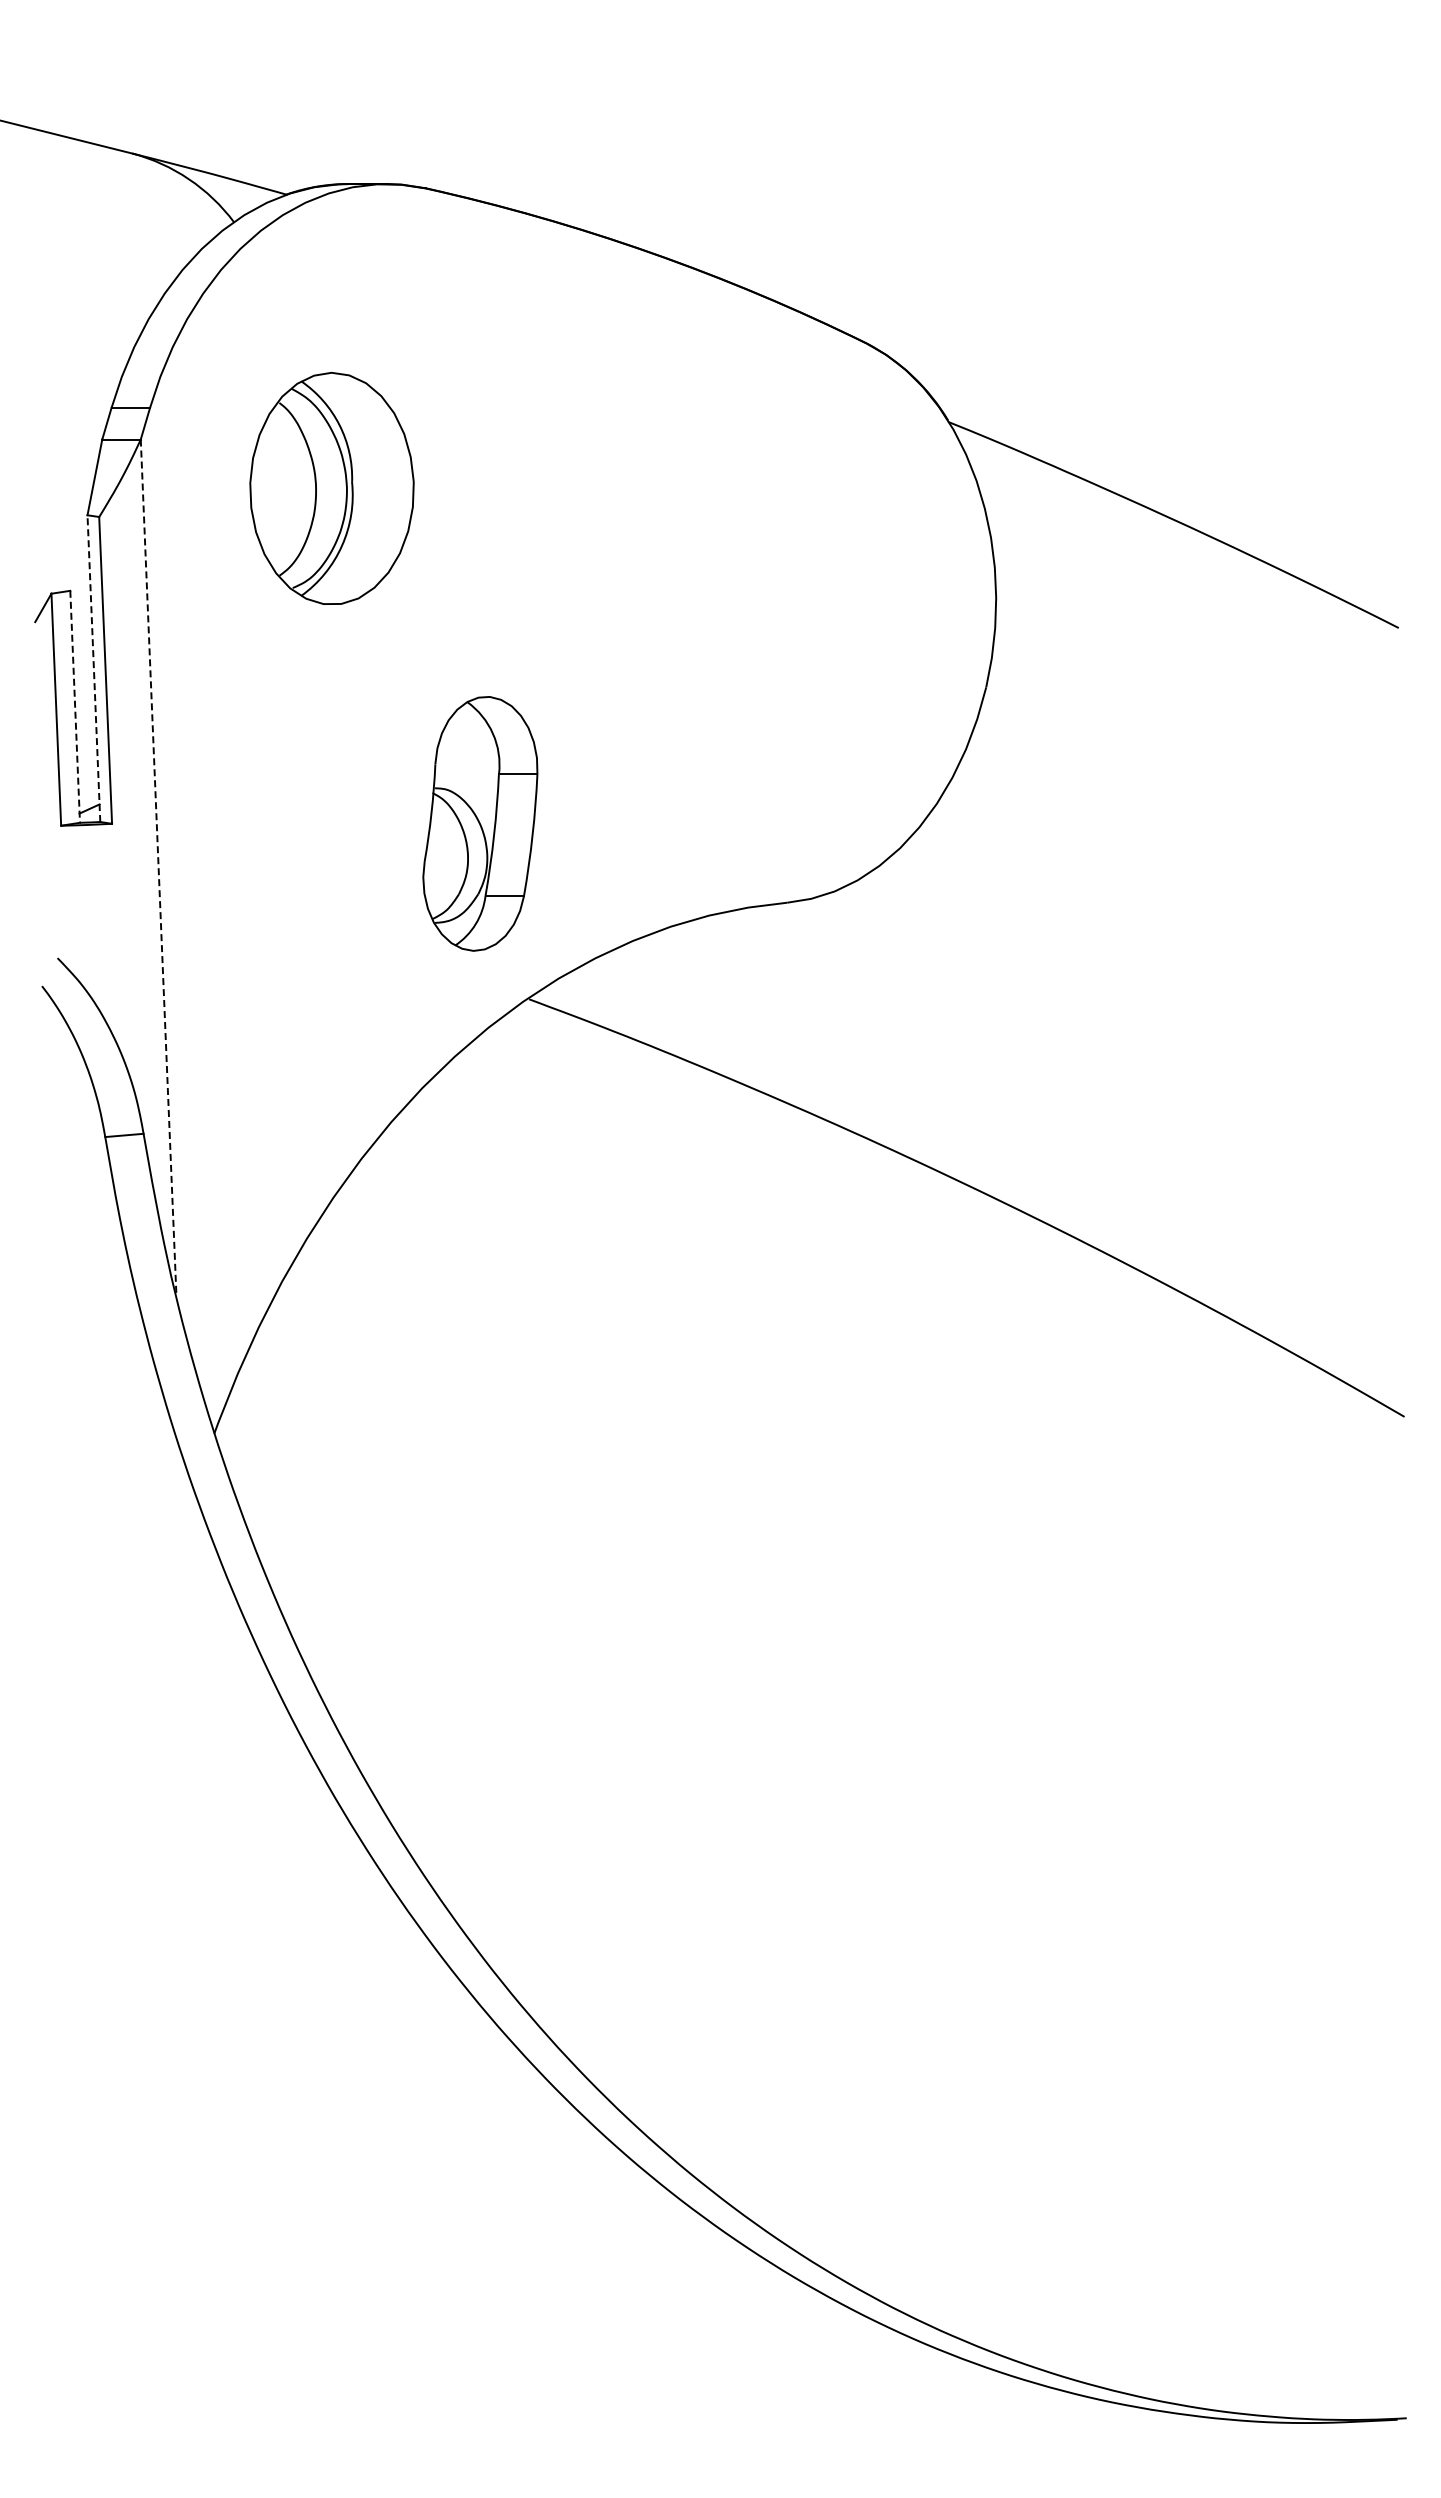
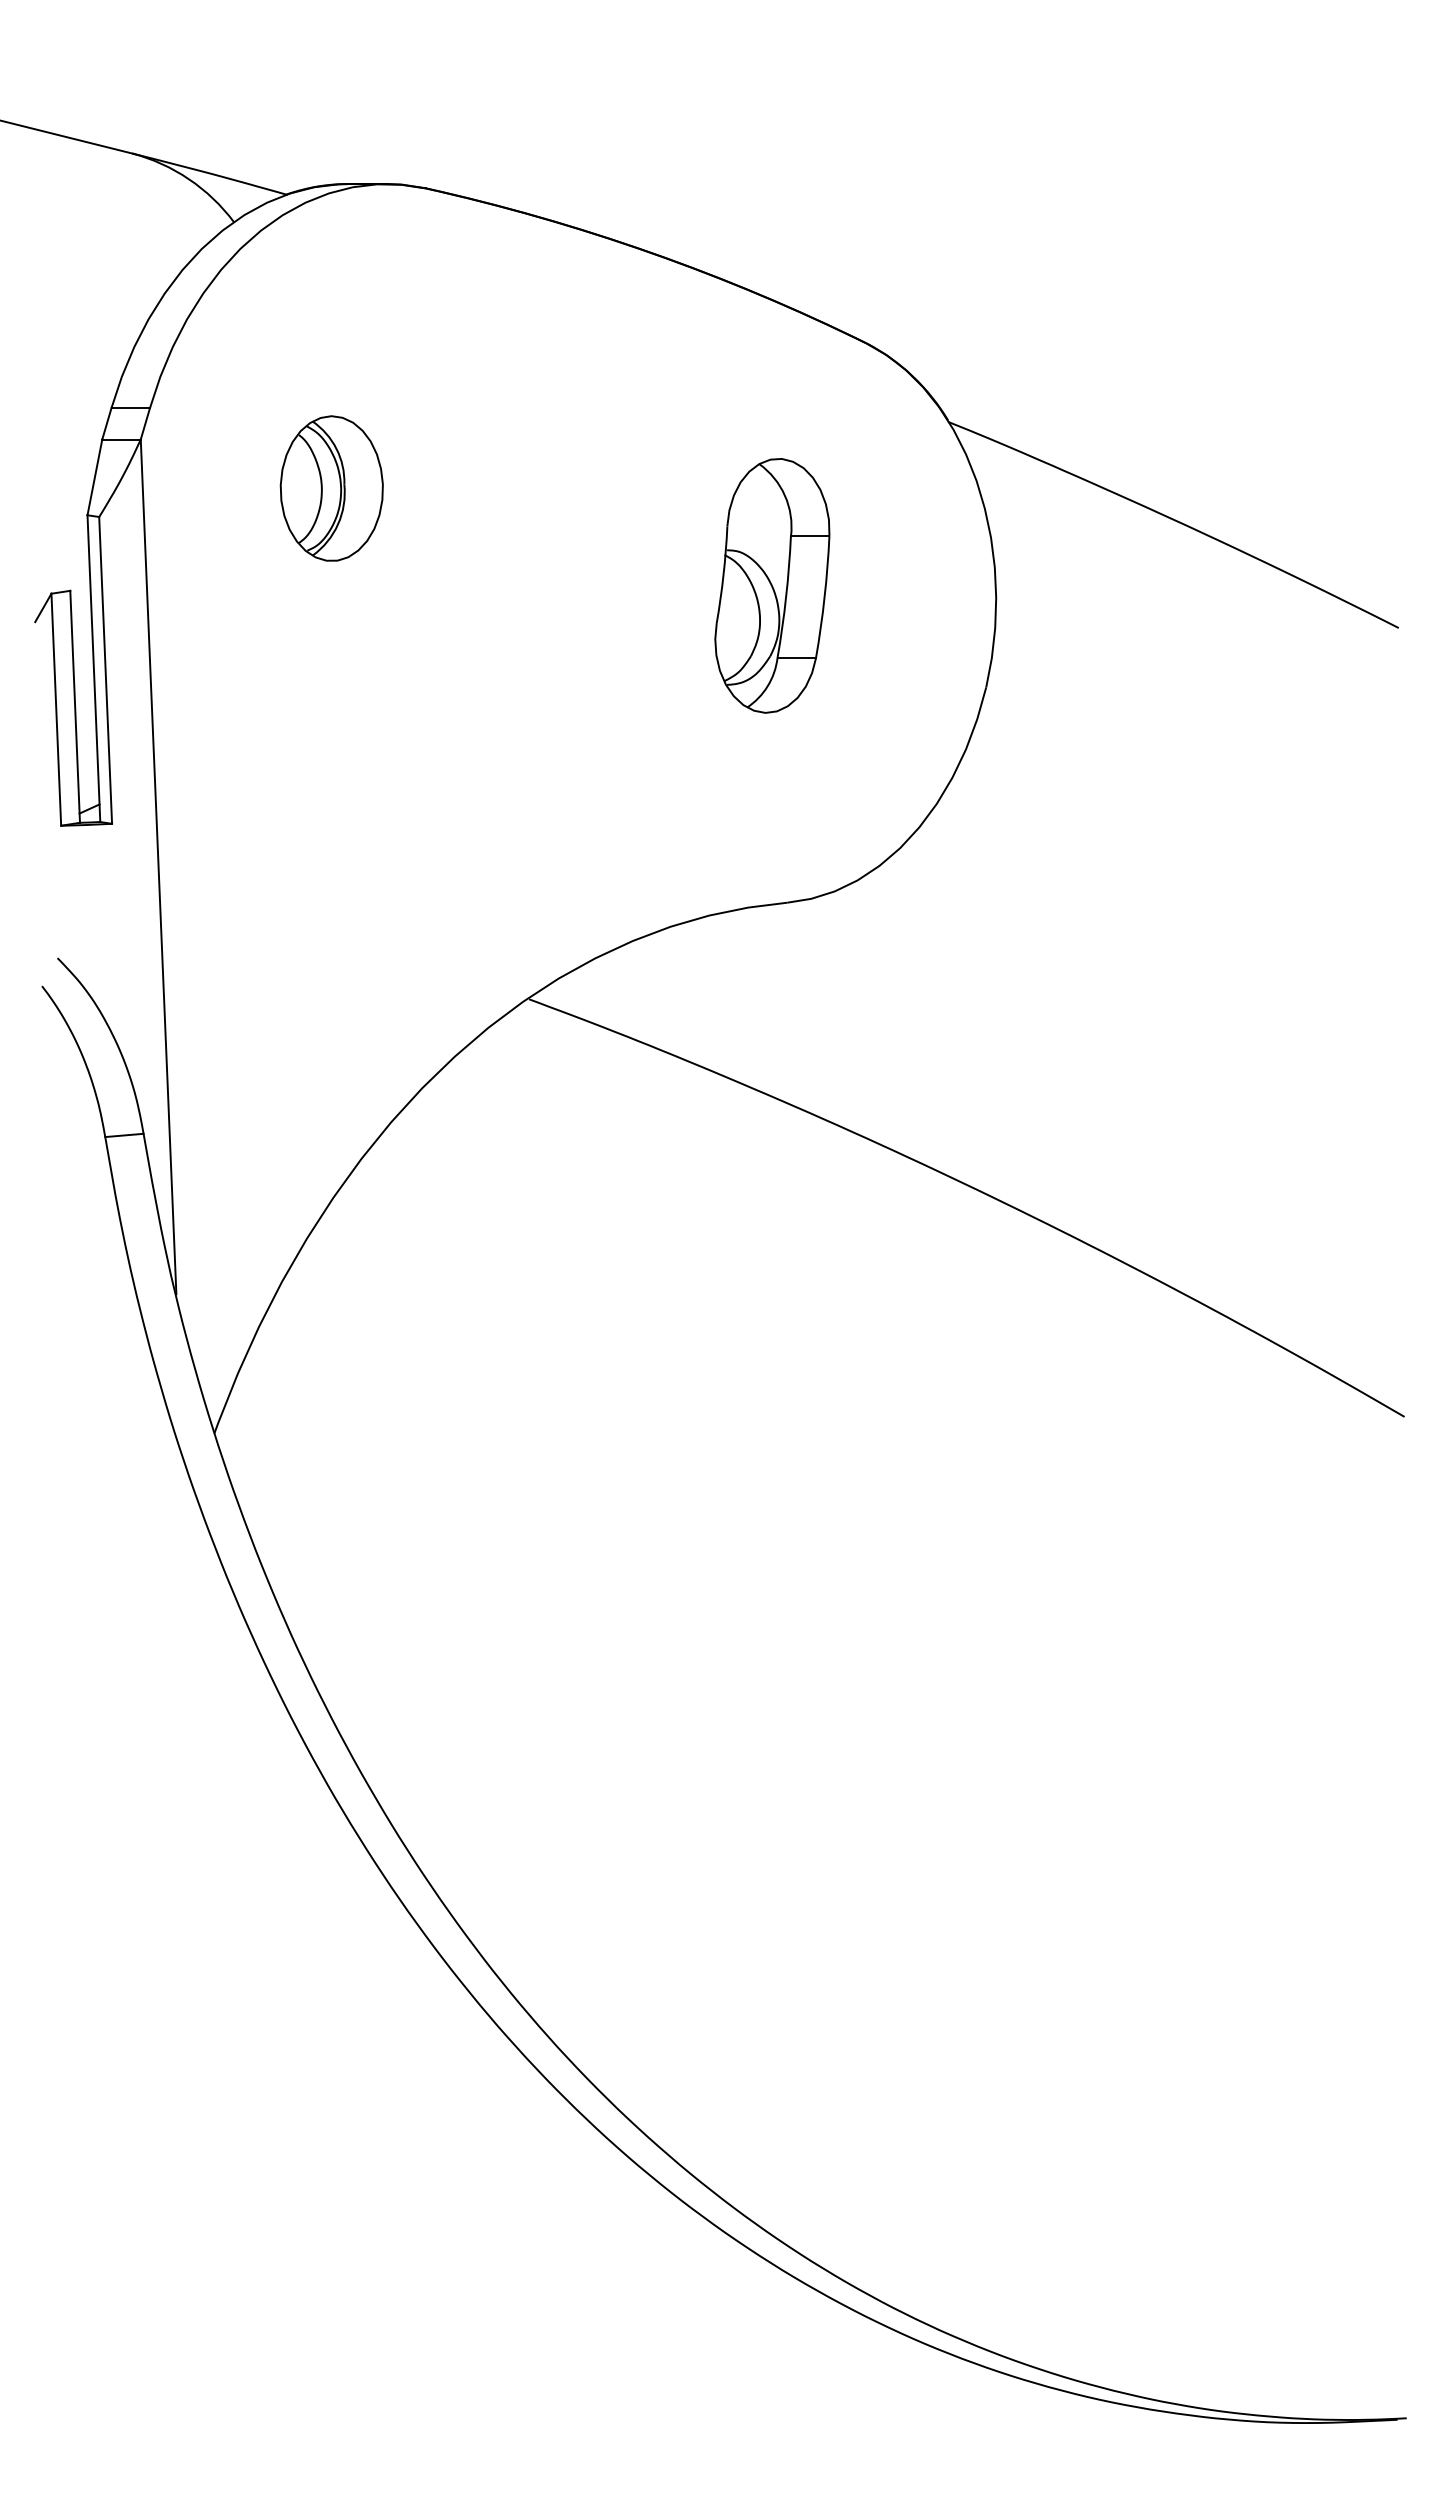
part at (331, 487) size: 166x234 px -> 105x147 px
line at (93, 668): dashed -> solid
line at (75, 707): dashed -> solid
part at (480, 823) position: (480, 823) -> (772, 585)
line at (158, 866): dashed -> solid
